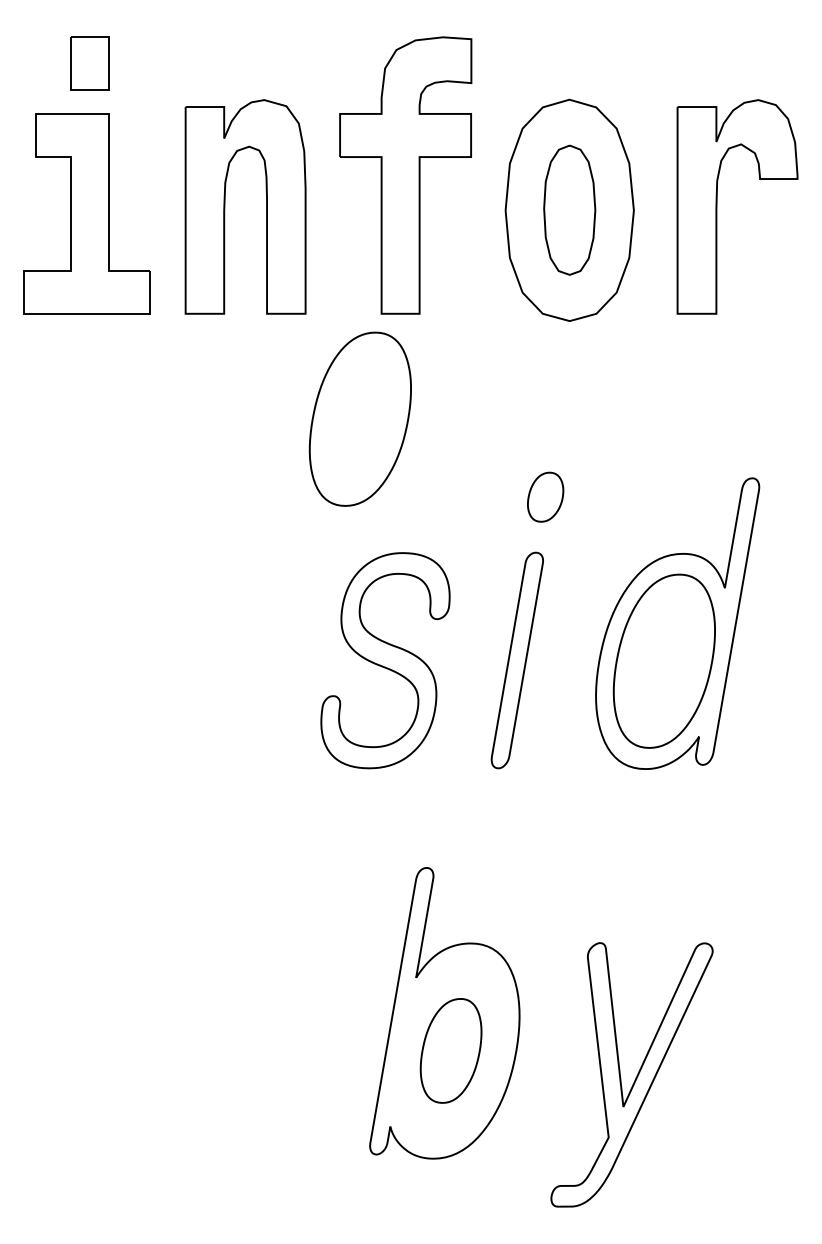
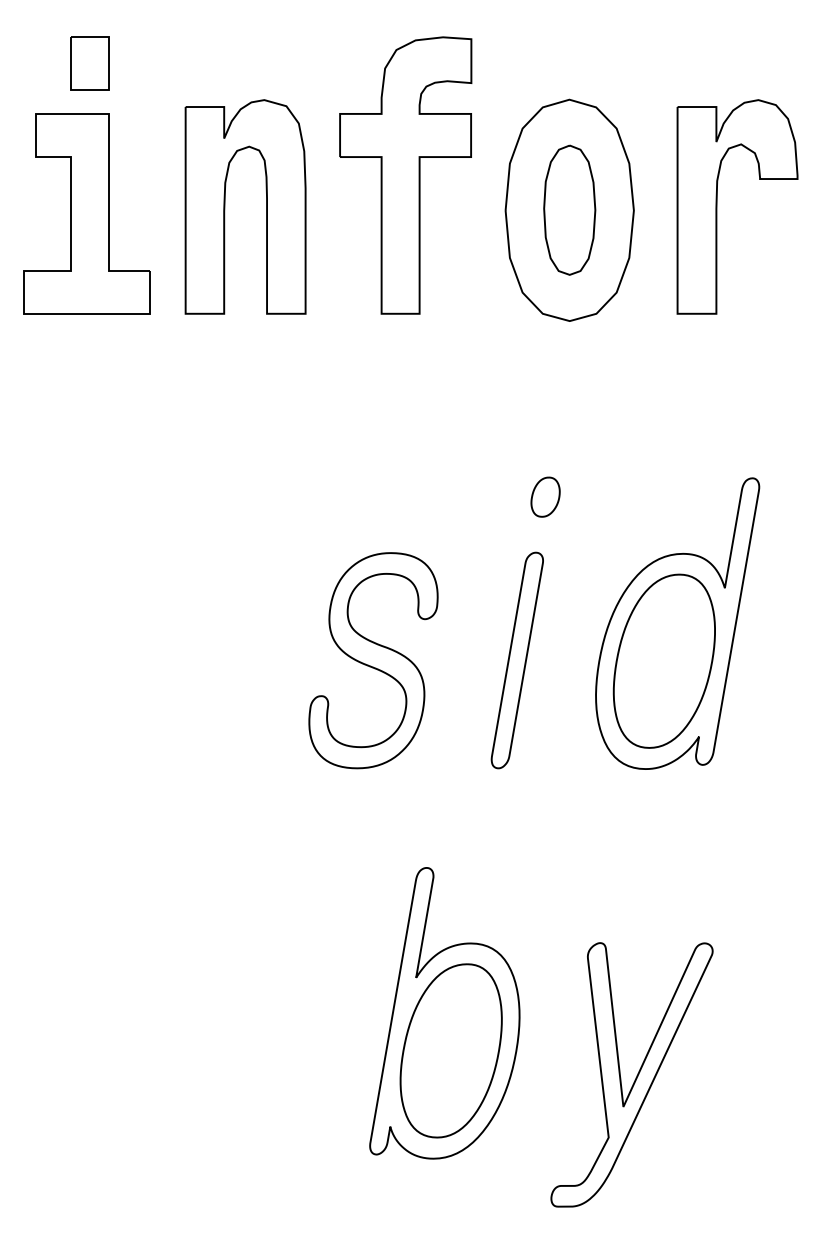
part at (359, 418): present -> none
part at (545, 496) size: 38x52 px -> 31x42 px
part at (385, 660) position: (385, 660) -> (373, 660)
part at (450, 1050) size: 64x106 px -> 104x176 px
